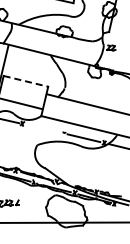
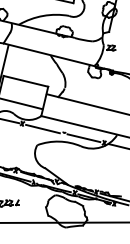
line at (25, 81): dashed -> solid
line at (42, 128): none -> present
